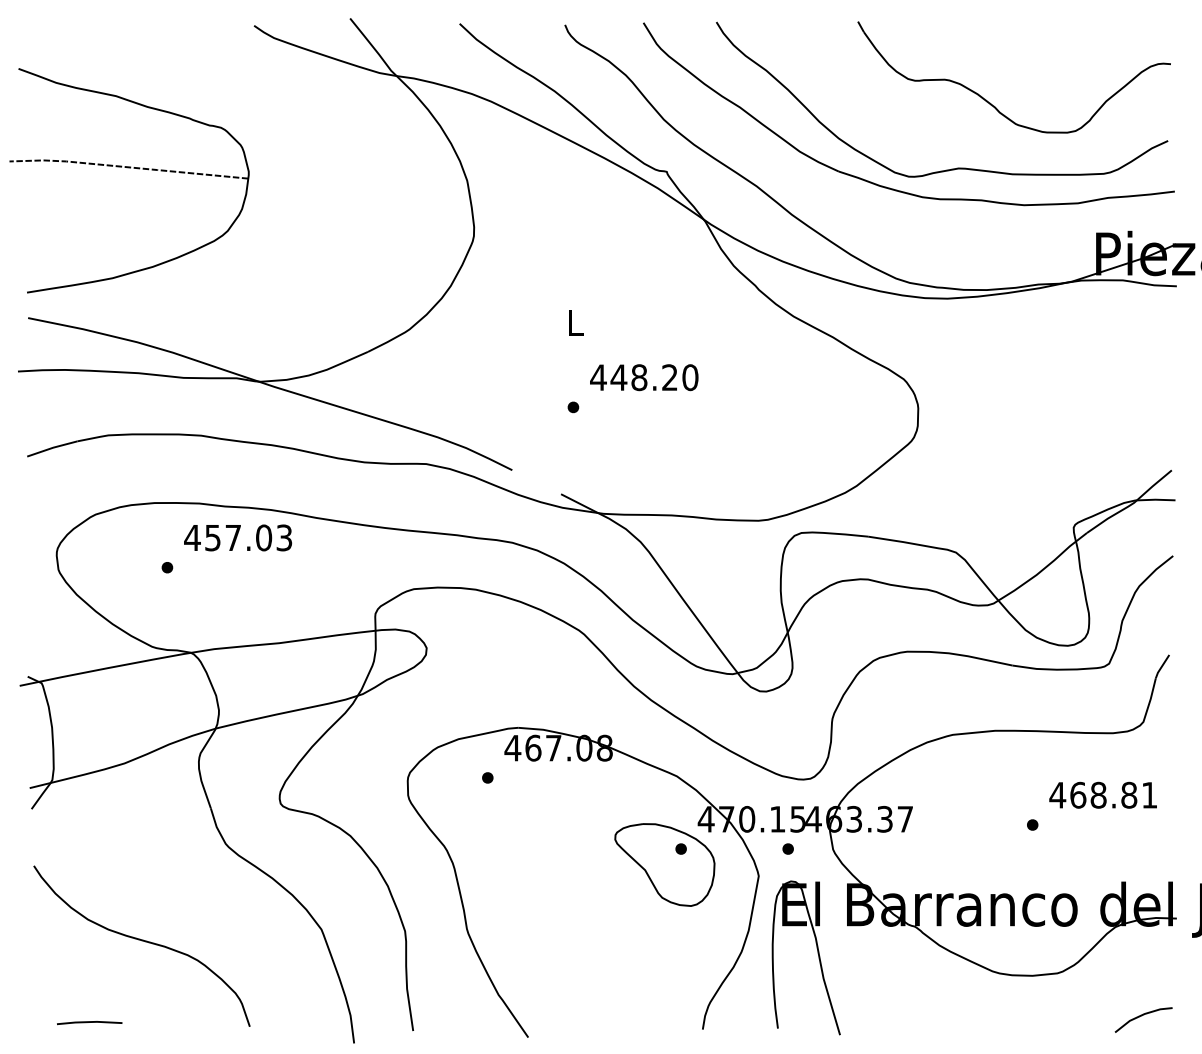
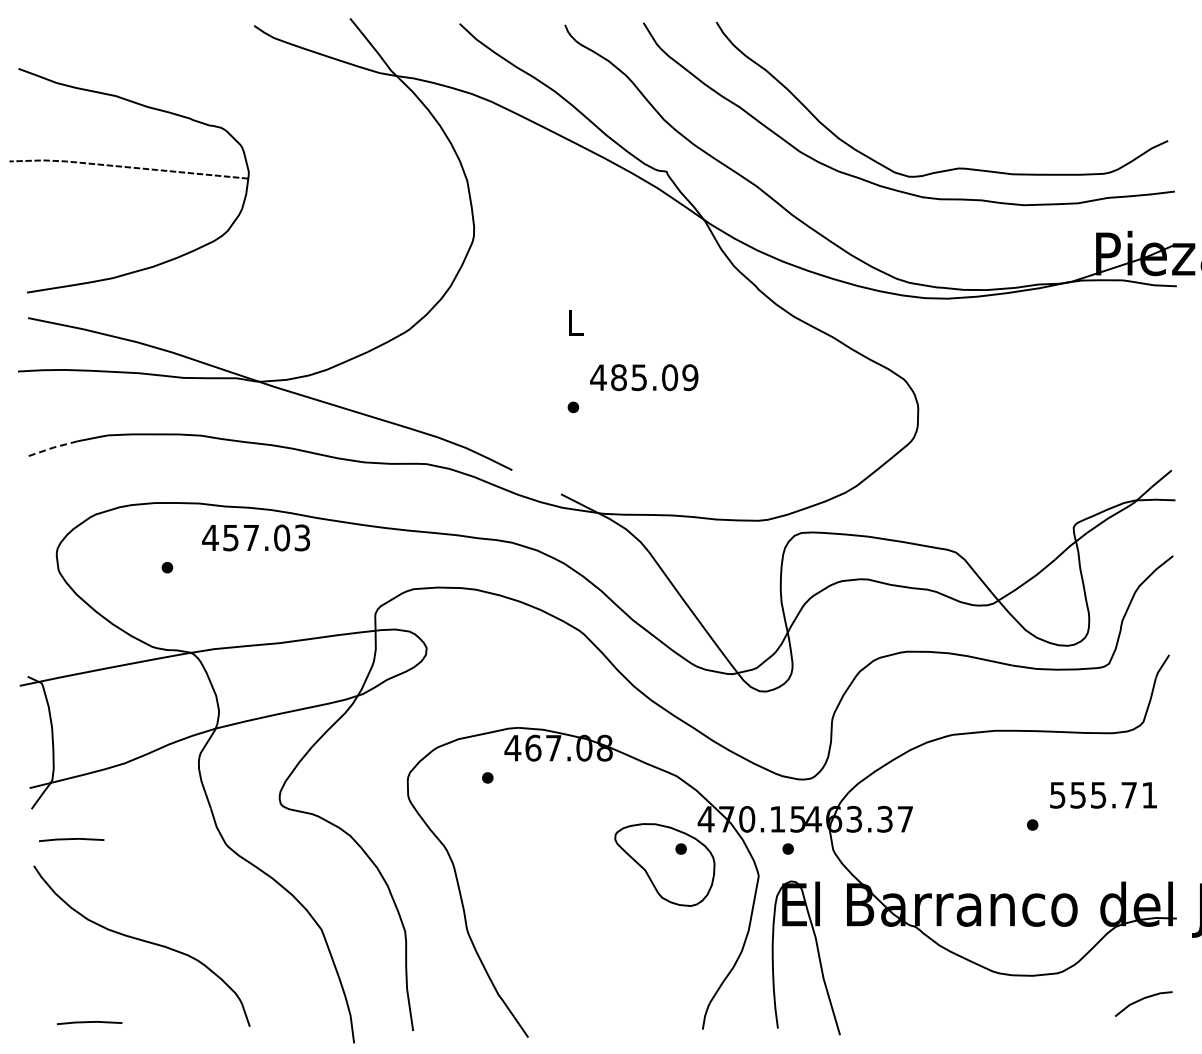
part at (994, 105): present -> none
text at (654, 377): 448.20 -> 485.09
line at (52, 448): solid -> dashed
text at (238, 537) position: (238, 537) -> (256, 537)
text at (1093, 794): 468.81 -> 555.71
line at (71, 839): none -> present
line at (1141, 1016) position: (1141, 1016) -> (1141, 1000)
